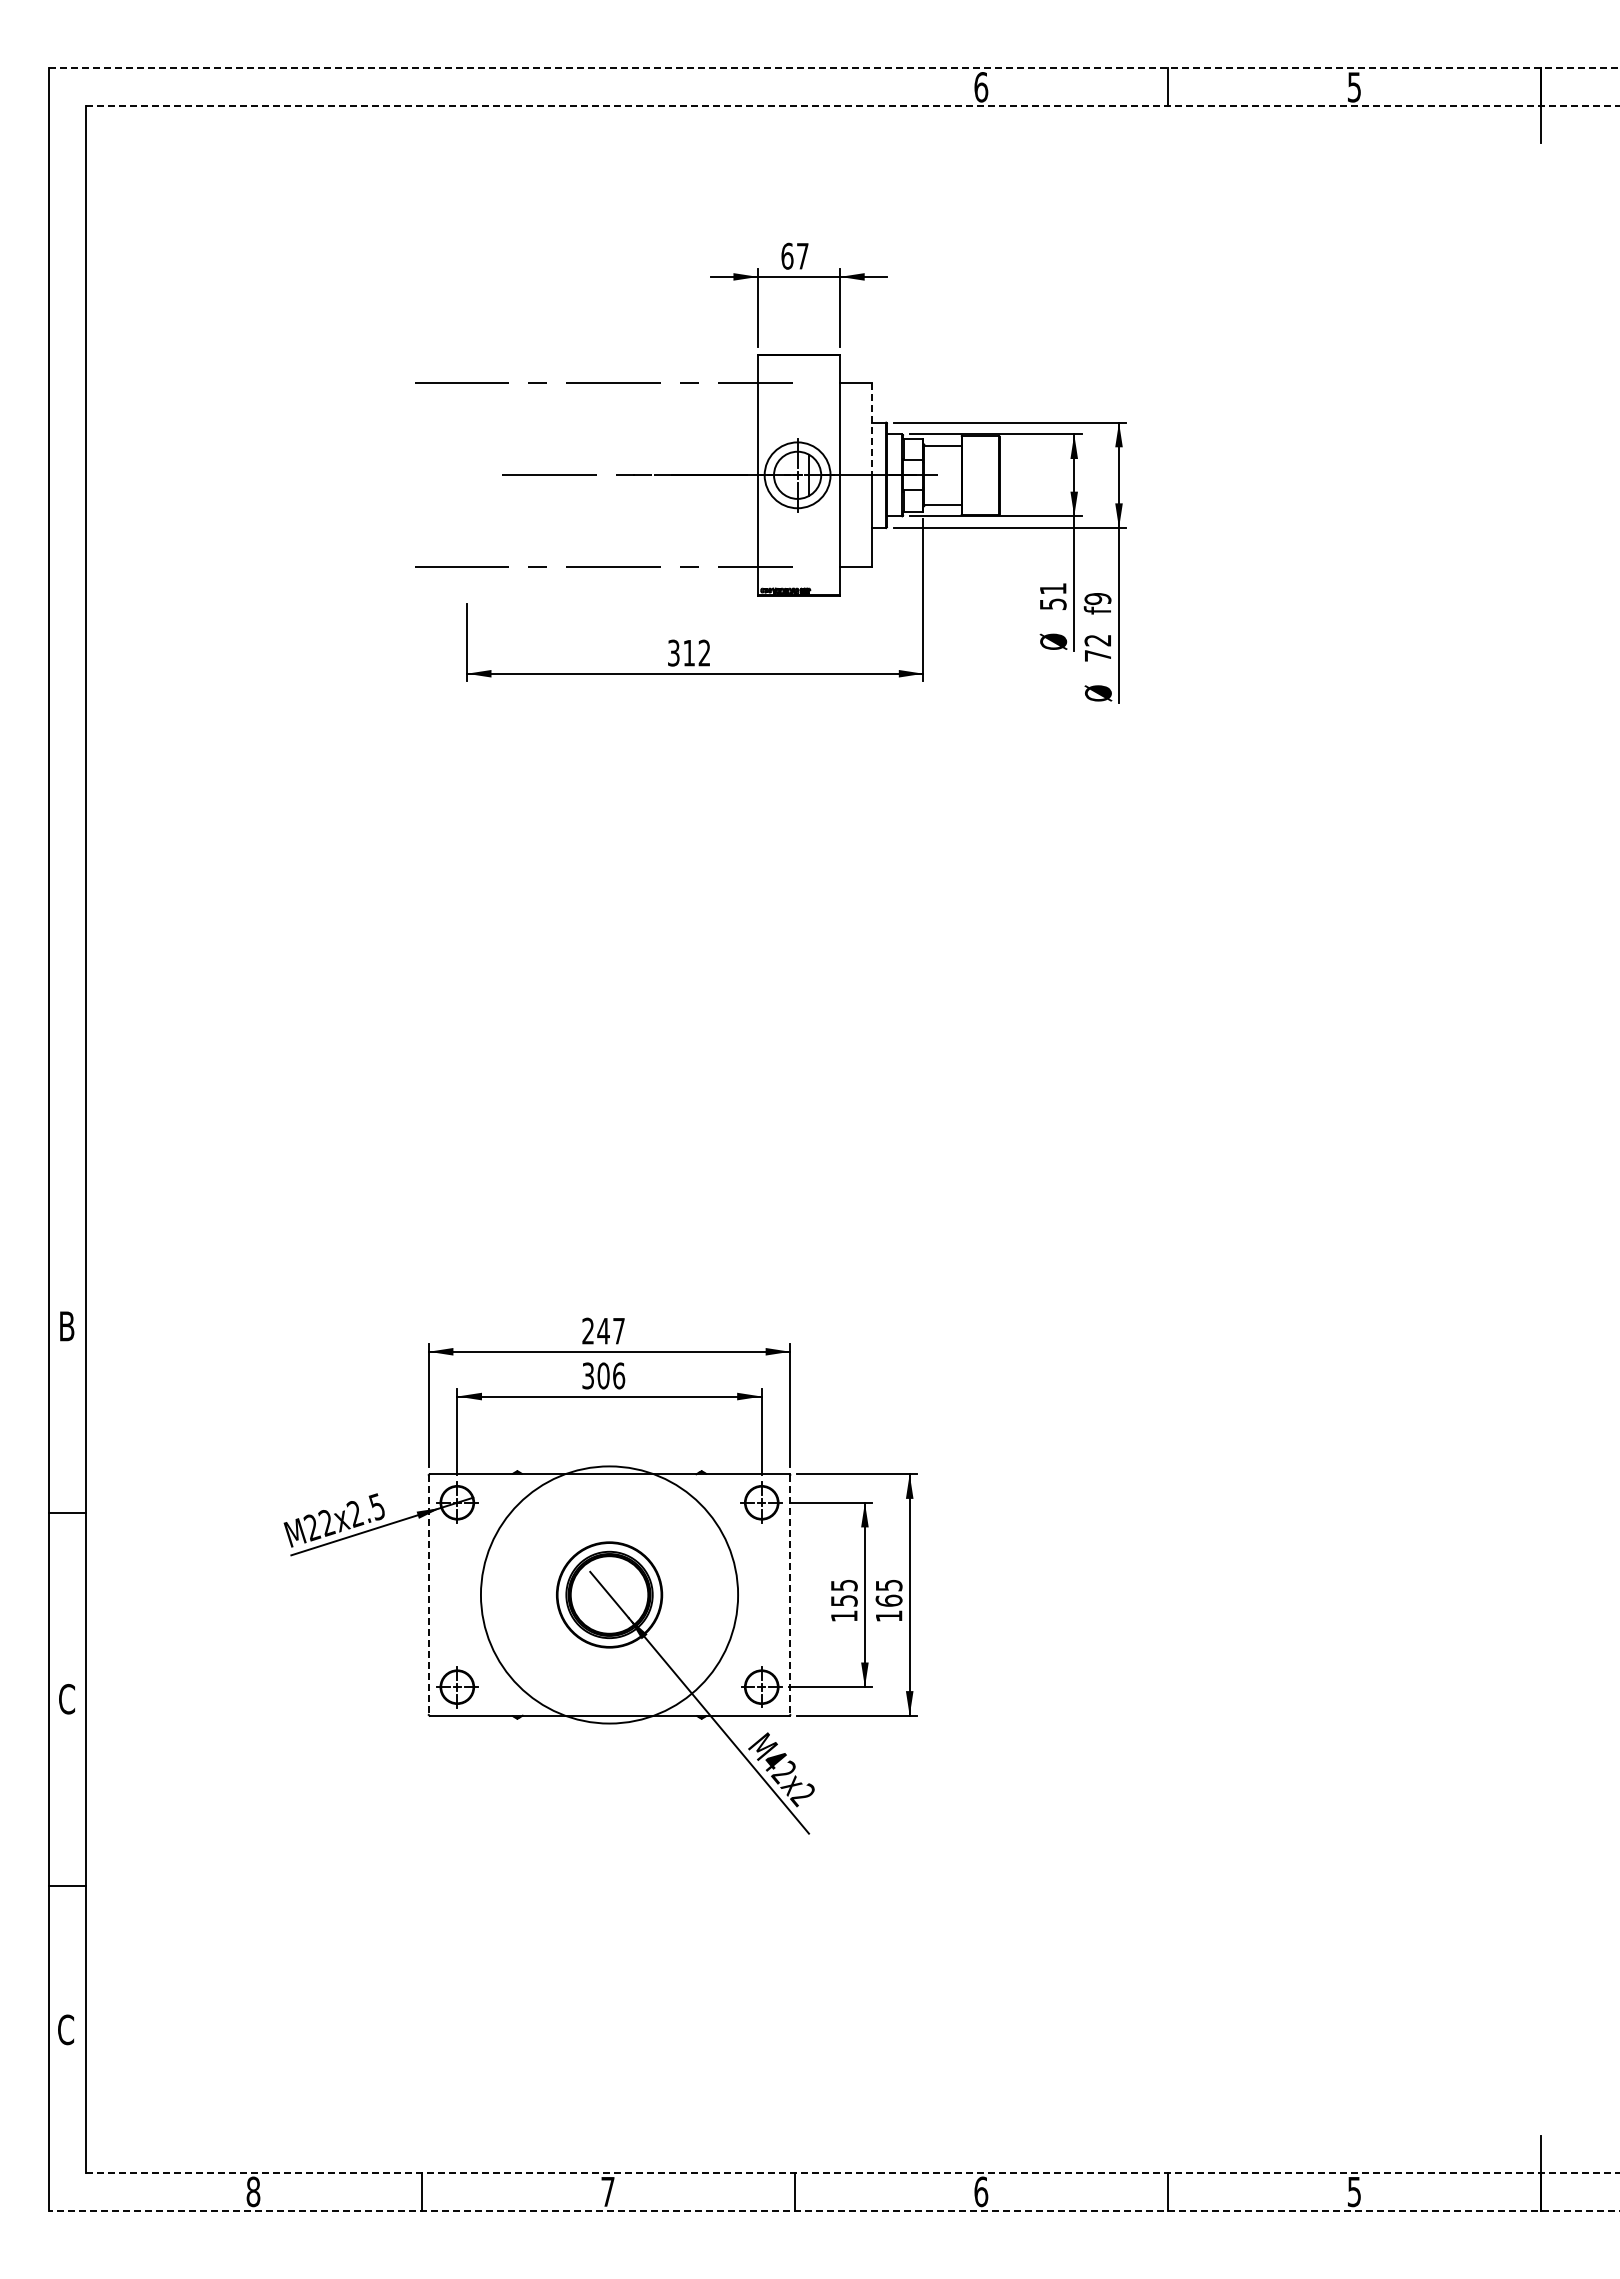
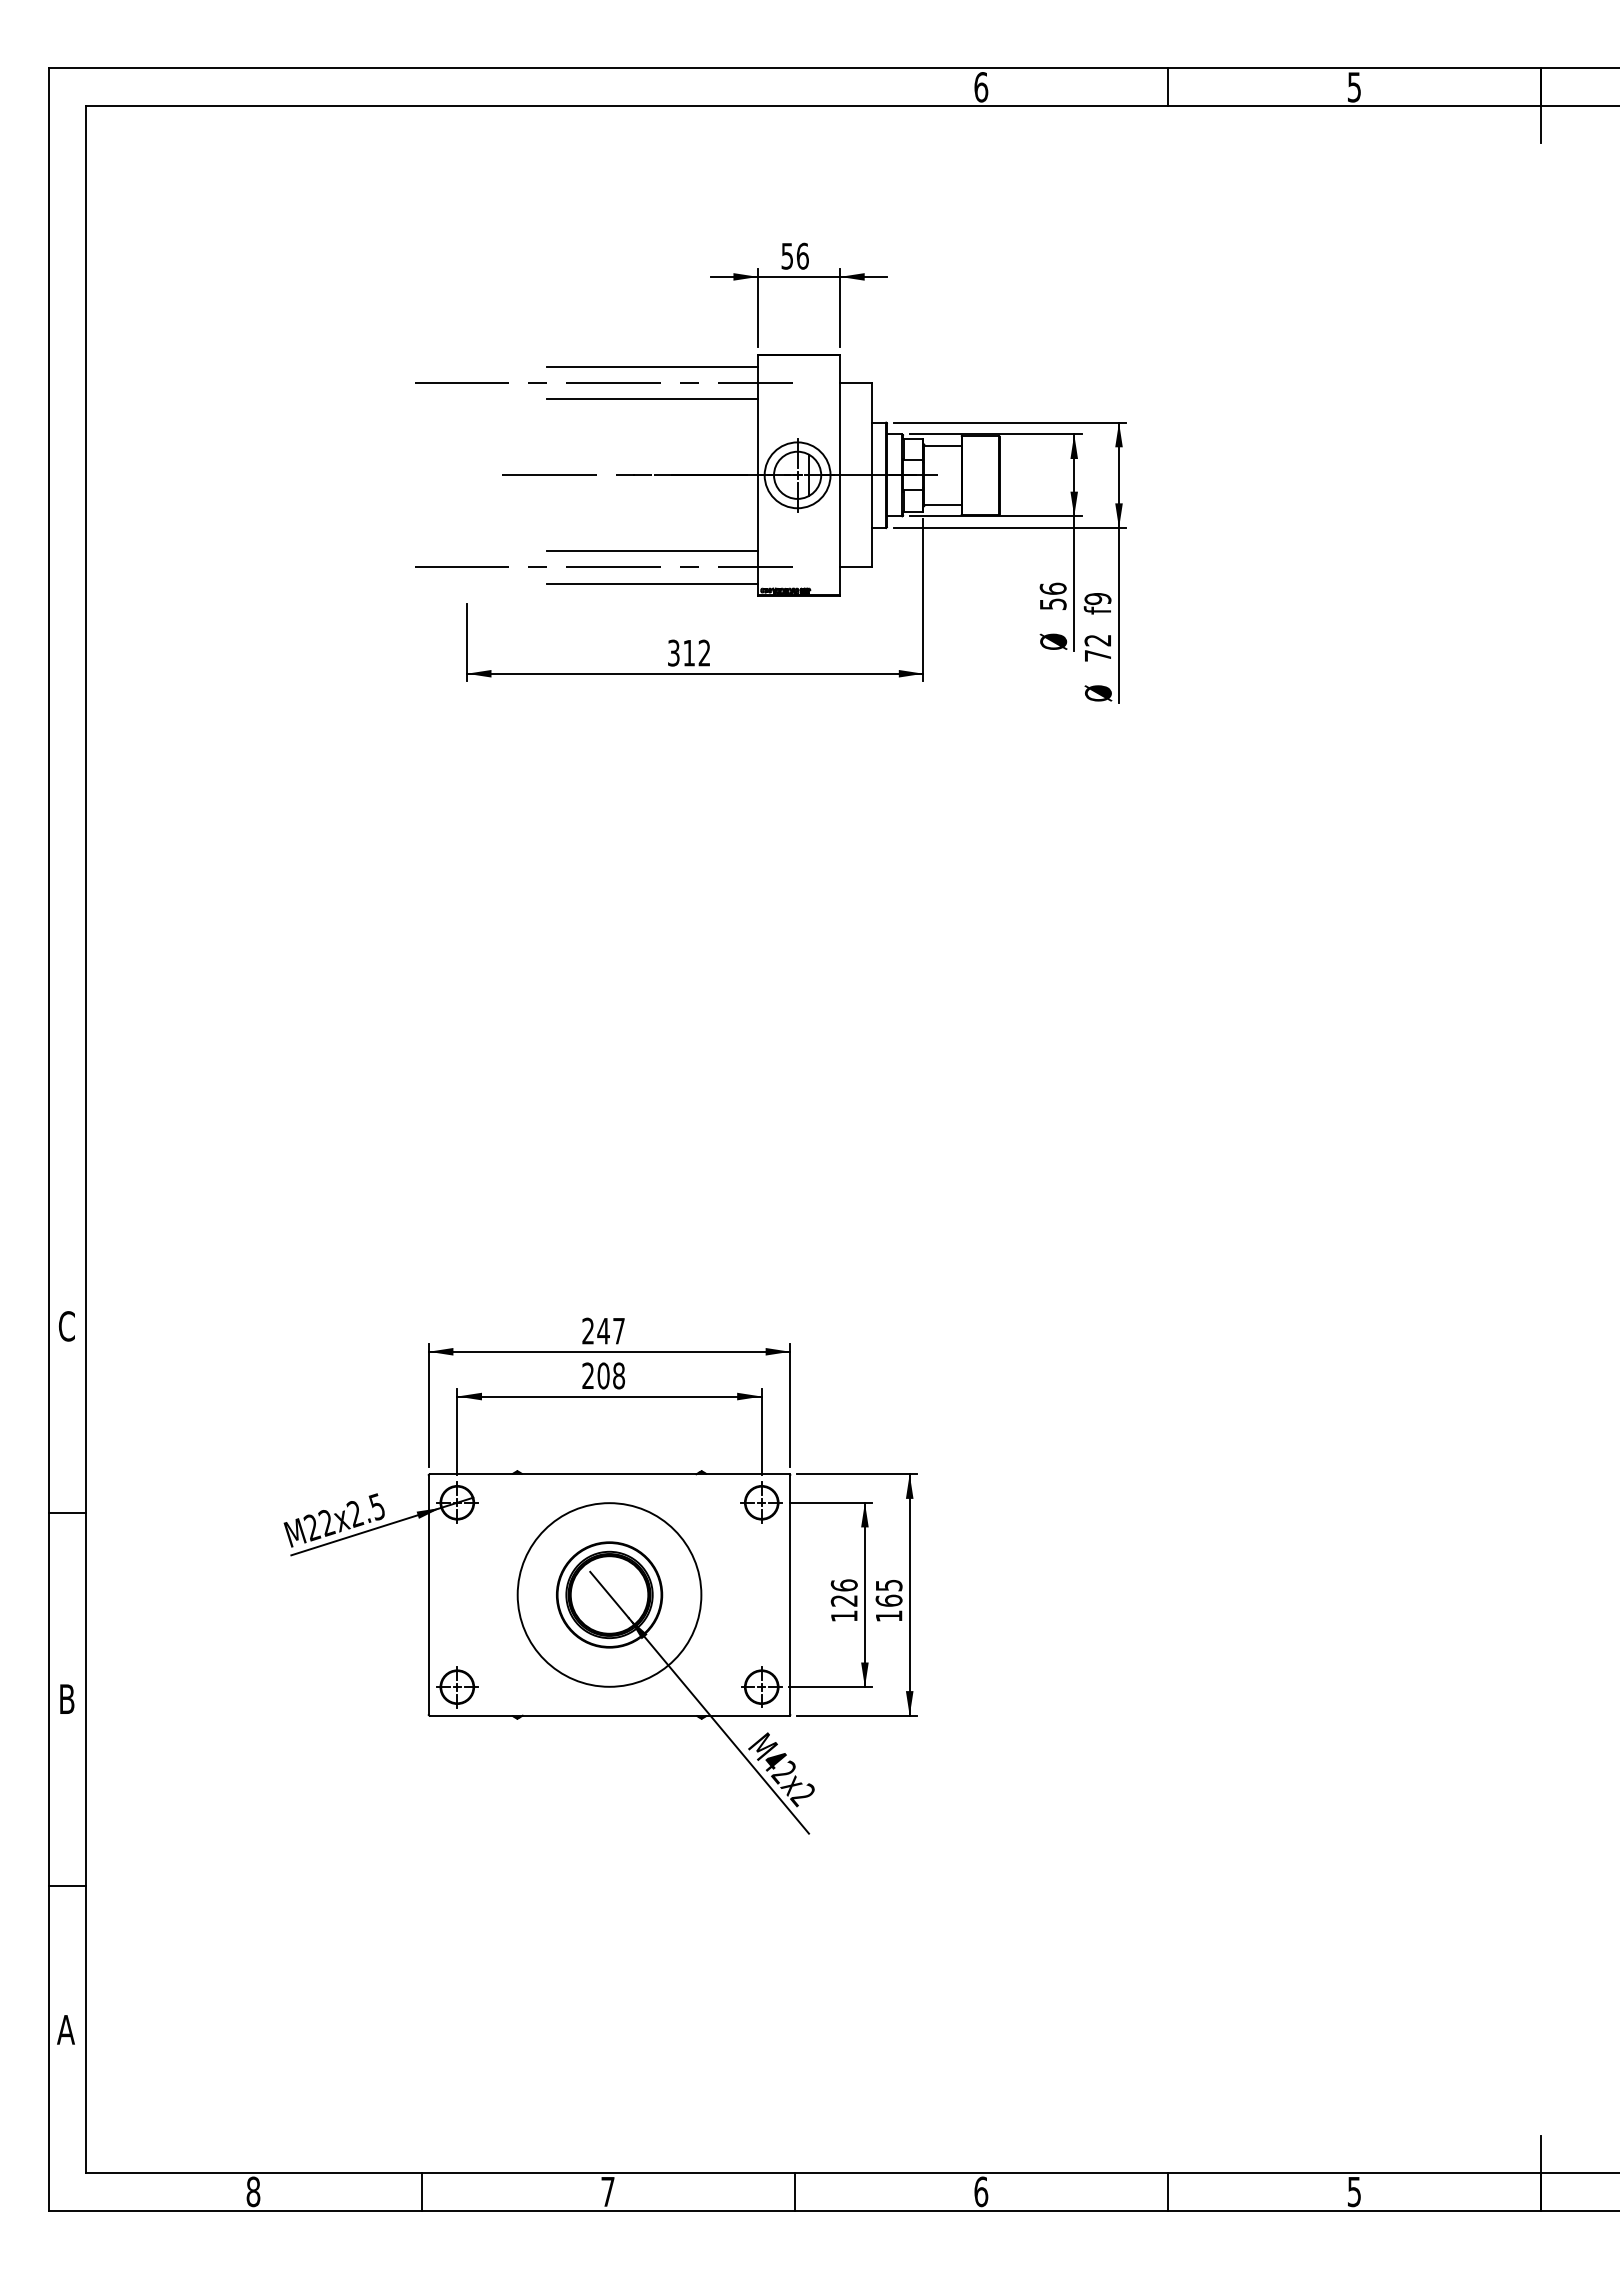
line at (834, 68): dashed -> solid
line at (852, 105): dashed -> solid
text at (794, 255): 67 -> 56
line at (652, 367): none -> present
line at (652, 399): none -> present
line at (872, 429): dashed -> solid
line at (652, 551): none -> present
line at (652, 583): none -> present
text at (1052, 588): 51 -> 56
text at (66, 1326): B -> C
text at (603, 1375): 306 -> 208
text at (843, 1592): 155 -> 126
circle at (609, 1594) diameter: 257 px -> 184 px
line at (428, 1595): dashed -> solid
line at (790, 1595): dashed -> solid
text at (66, 1698): C -> B
text at (65, 2029): C -> A
line at (852, 2173): dashed -> solid
line at (833, 2210): dashed -> solid
